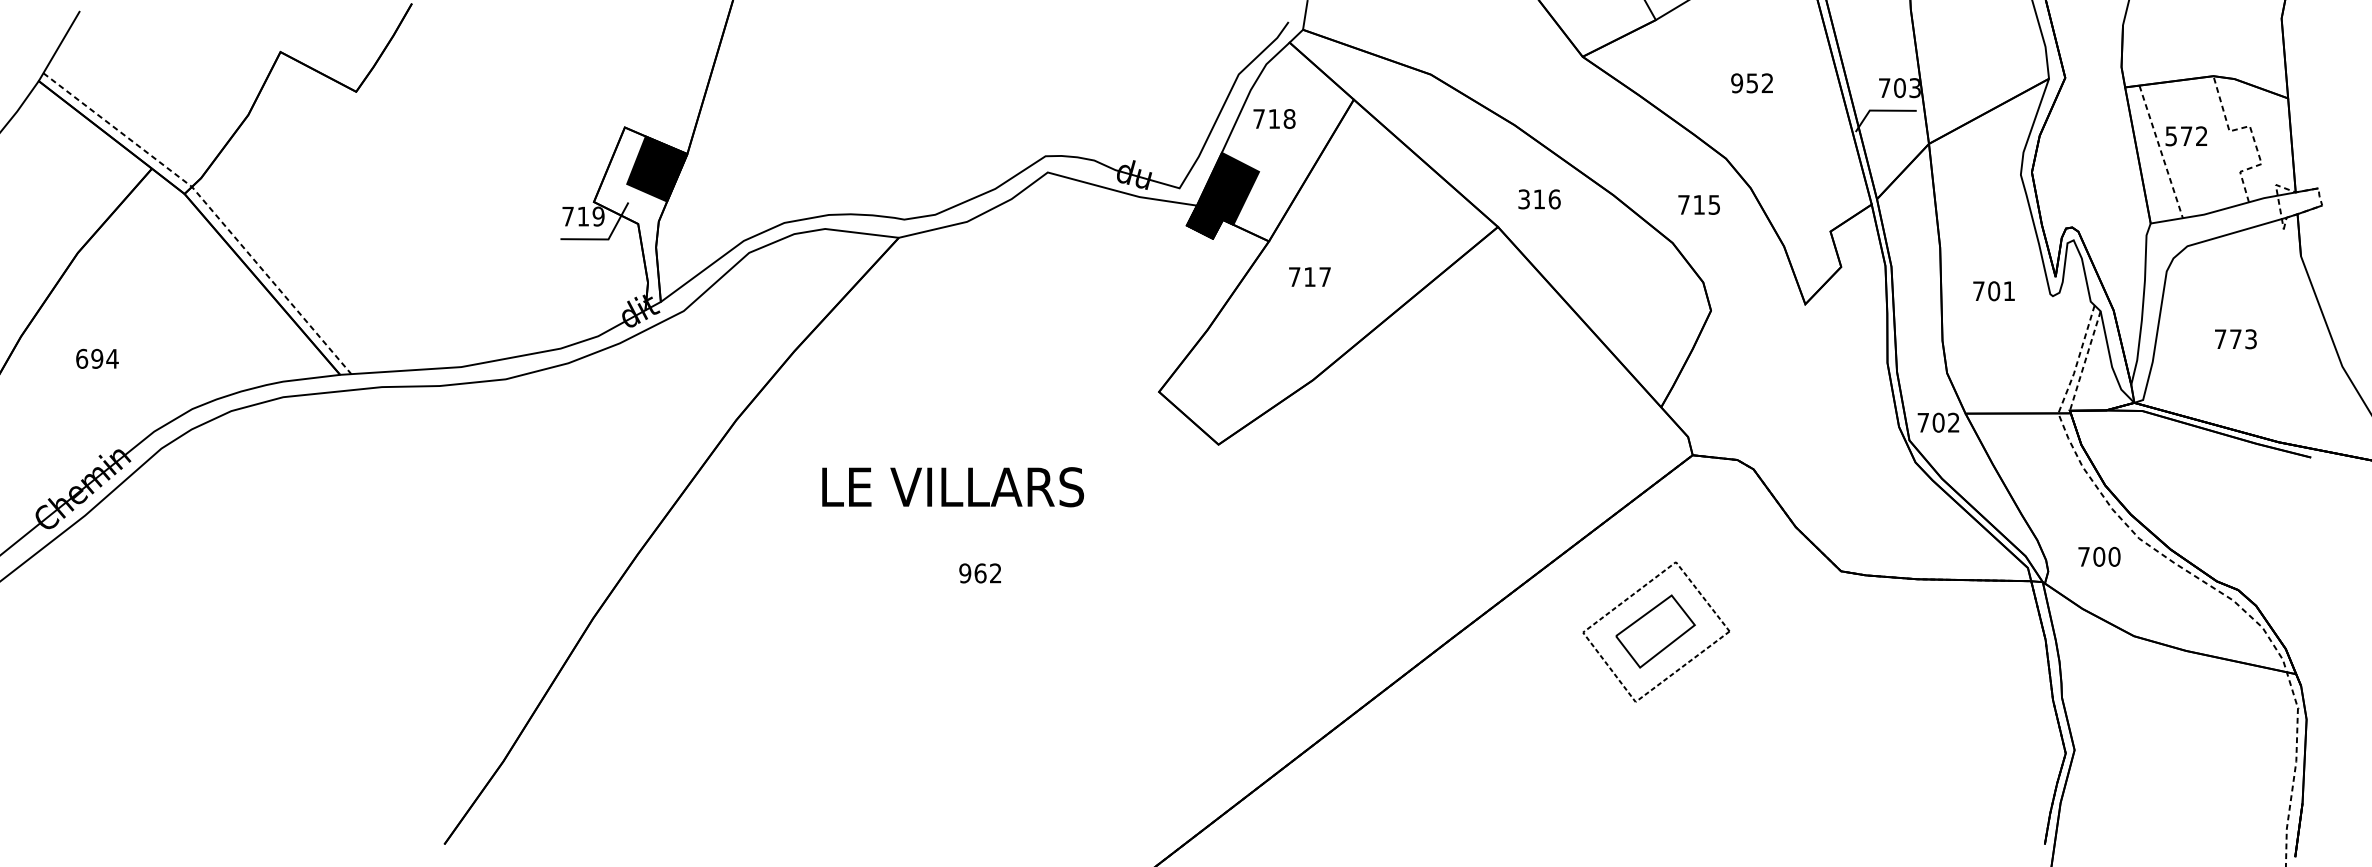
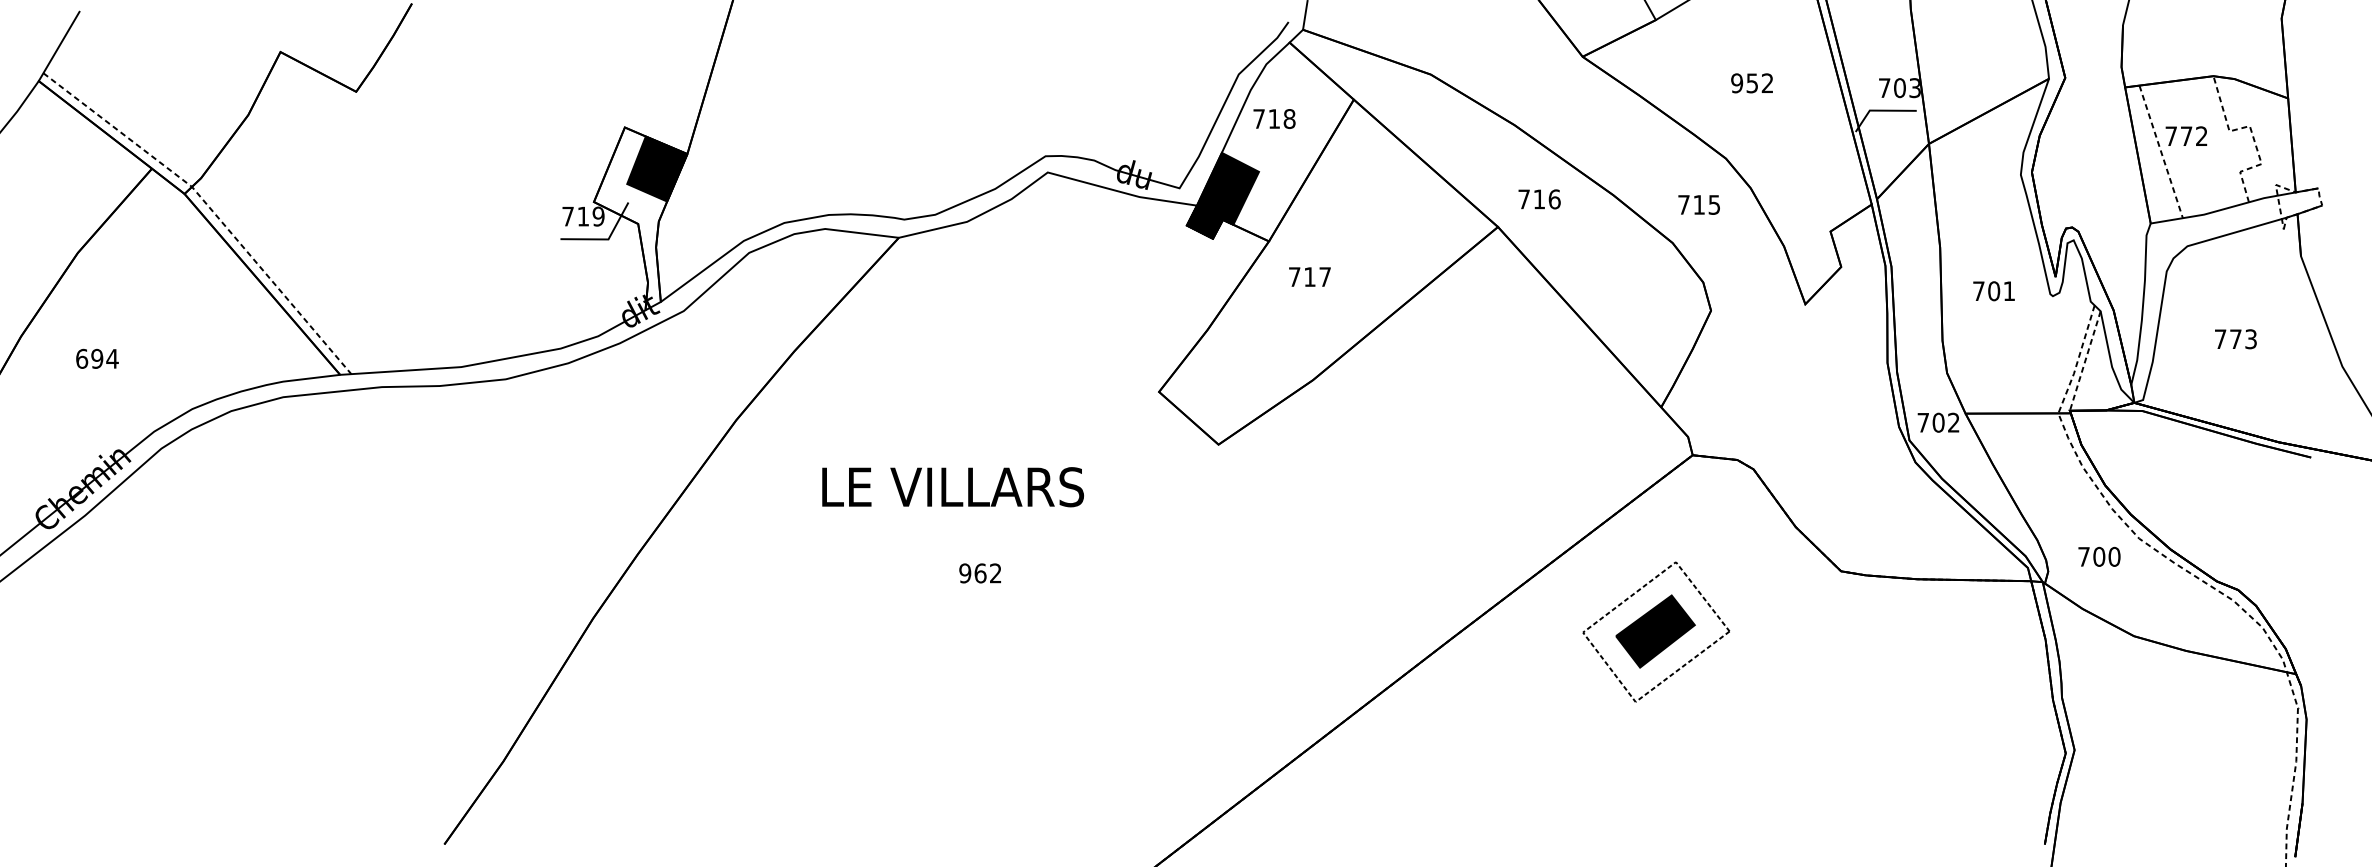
text at (2170, 136): 572 -> 772
text at (1523, 199): 316 -> 716
fill at (1655, 631): none -> present
